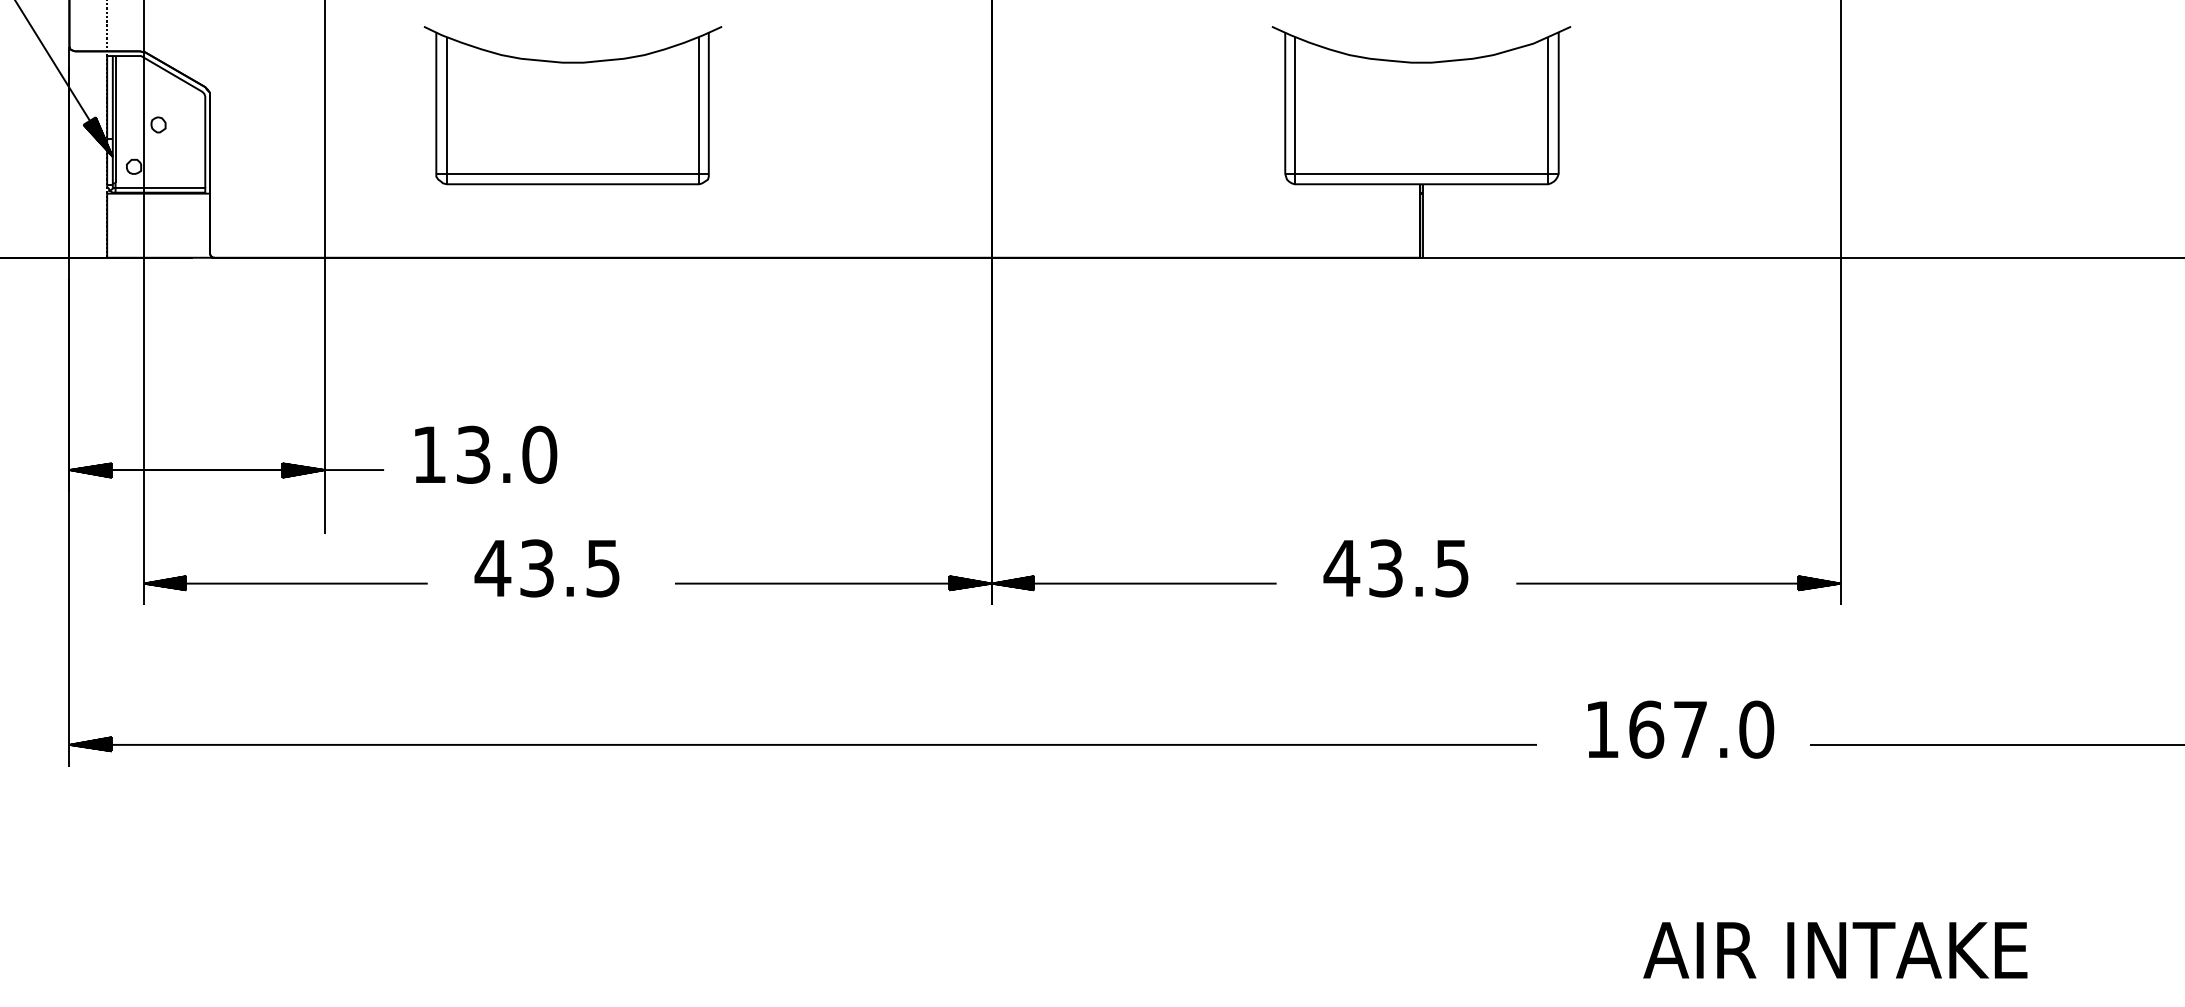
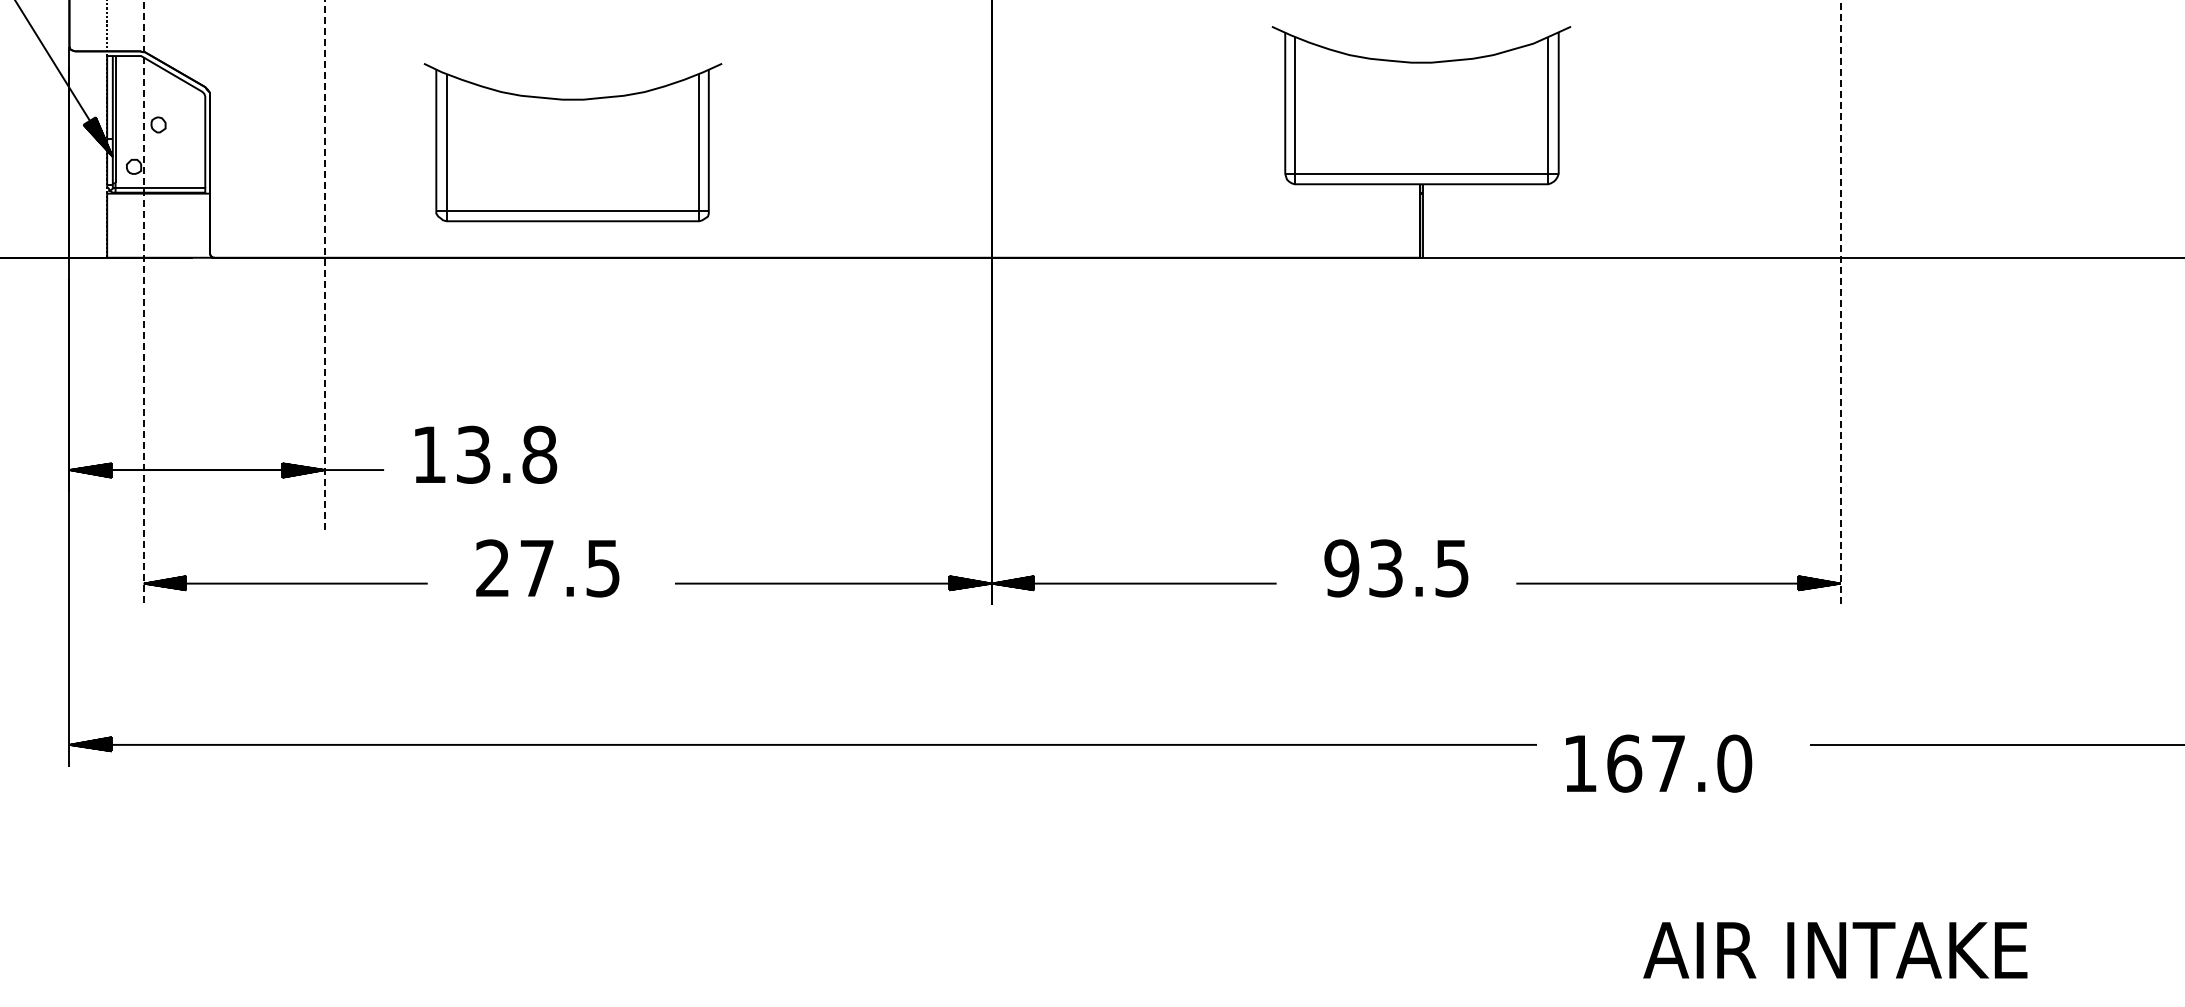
part at (572, 105) position: (572, 105) -> (572, 142)
line at (325, 267): solid -> dashed
line at (143, 303): solid -> dashed
line at (1840, 303): solid -> dashed
text at (539, 454): 13.0 -> 13.8
text at (513, 568): 43.5 -> 27.5
text at (1341, 568): 43.5 -> 93.5
text at (1681, 729) position: (1681, 729) -> (1659, 763)
